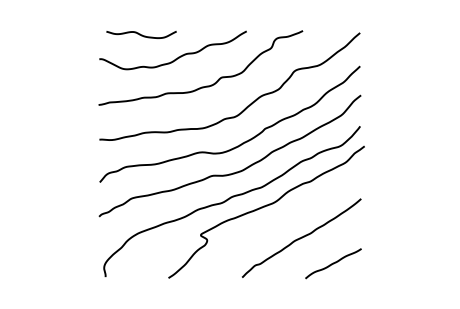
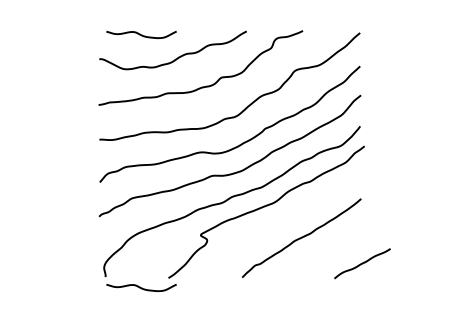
curve at (333, 263) position: (333, 263) -> (362, 263)
curve at (141, 287): none -> present
